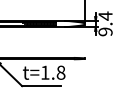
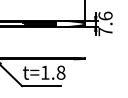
text at (105, 23): 9.4 -> 7.6
